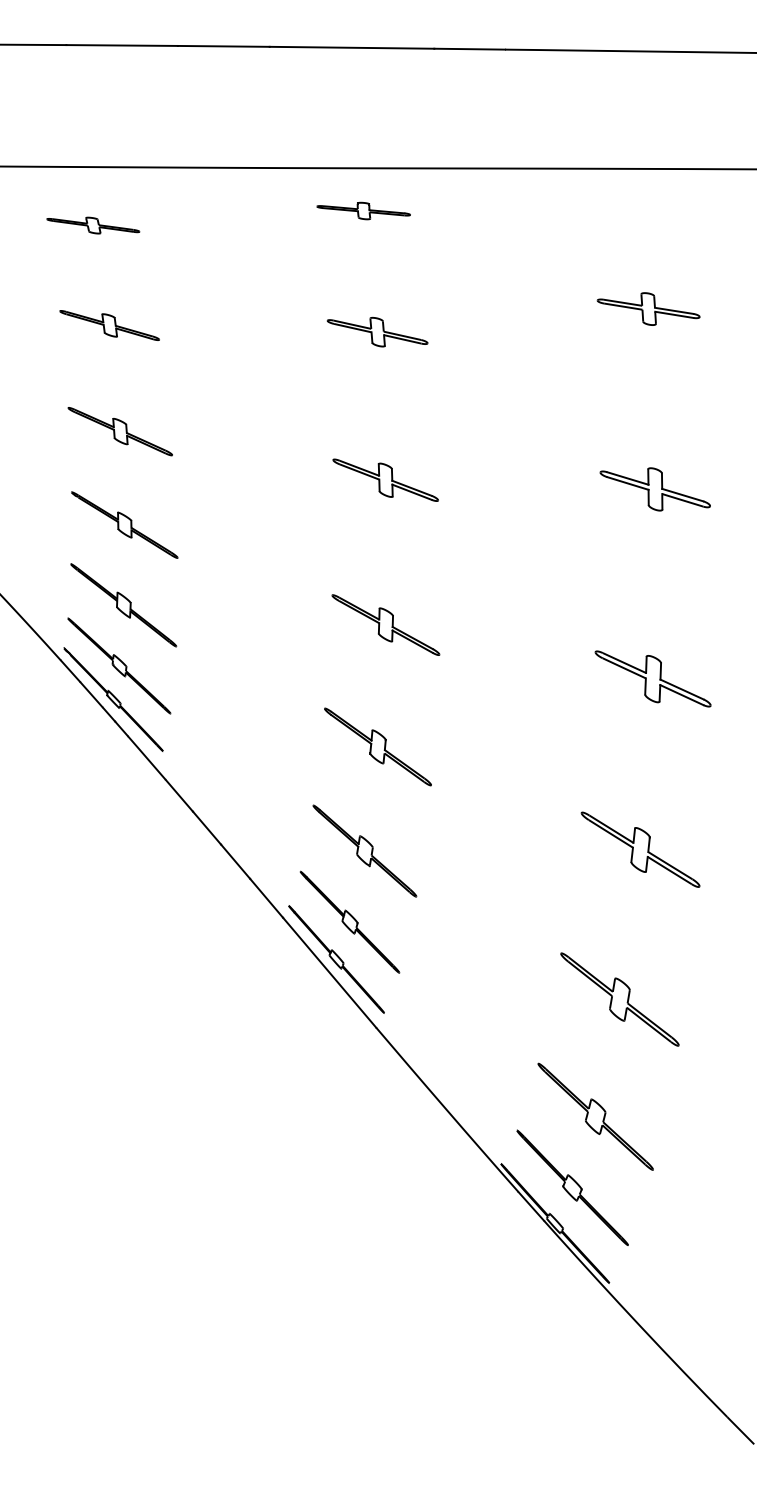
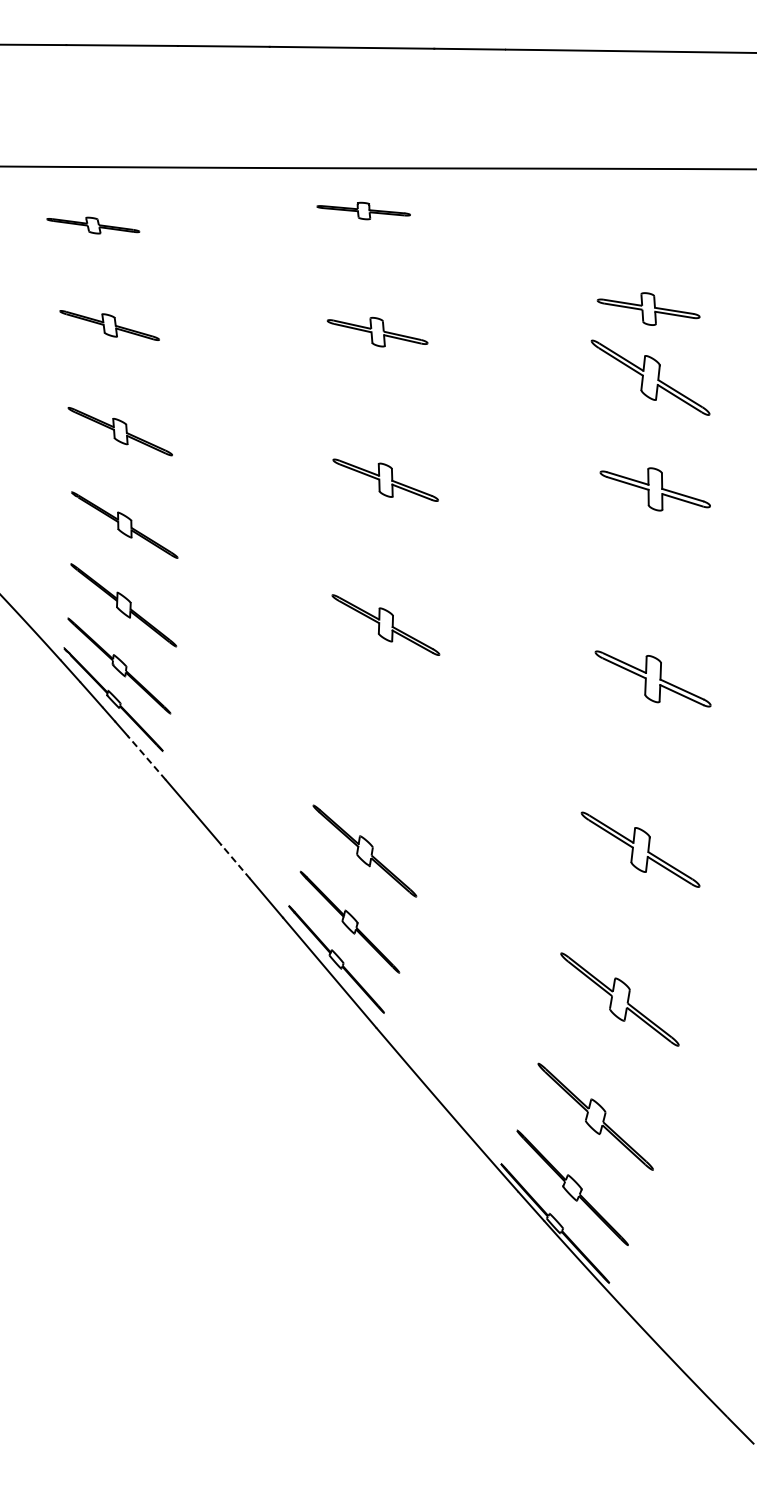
part at (650, 377): none -> present
part at (377, 746): present -> none
line at (146, 757): solid -> dashed
line at (235, 861): solid -> dashed
